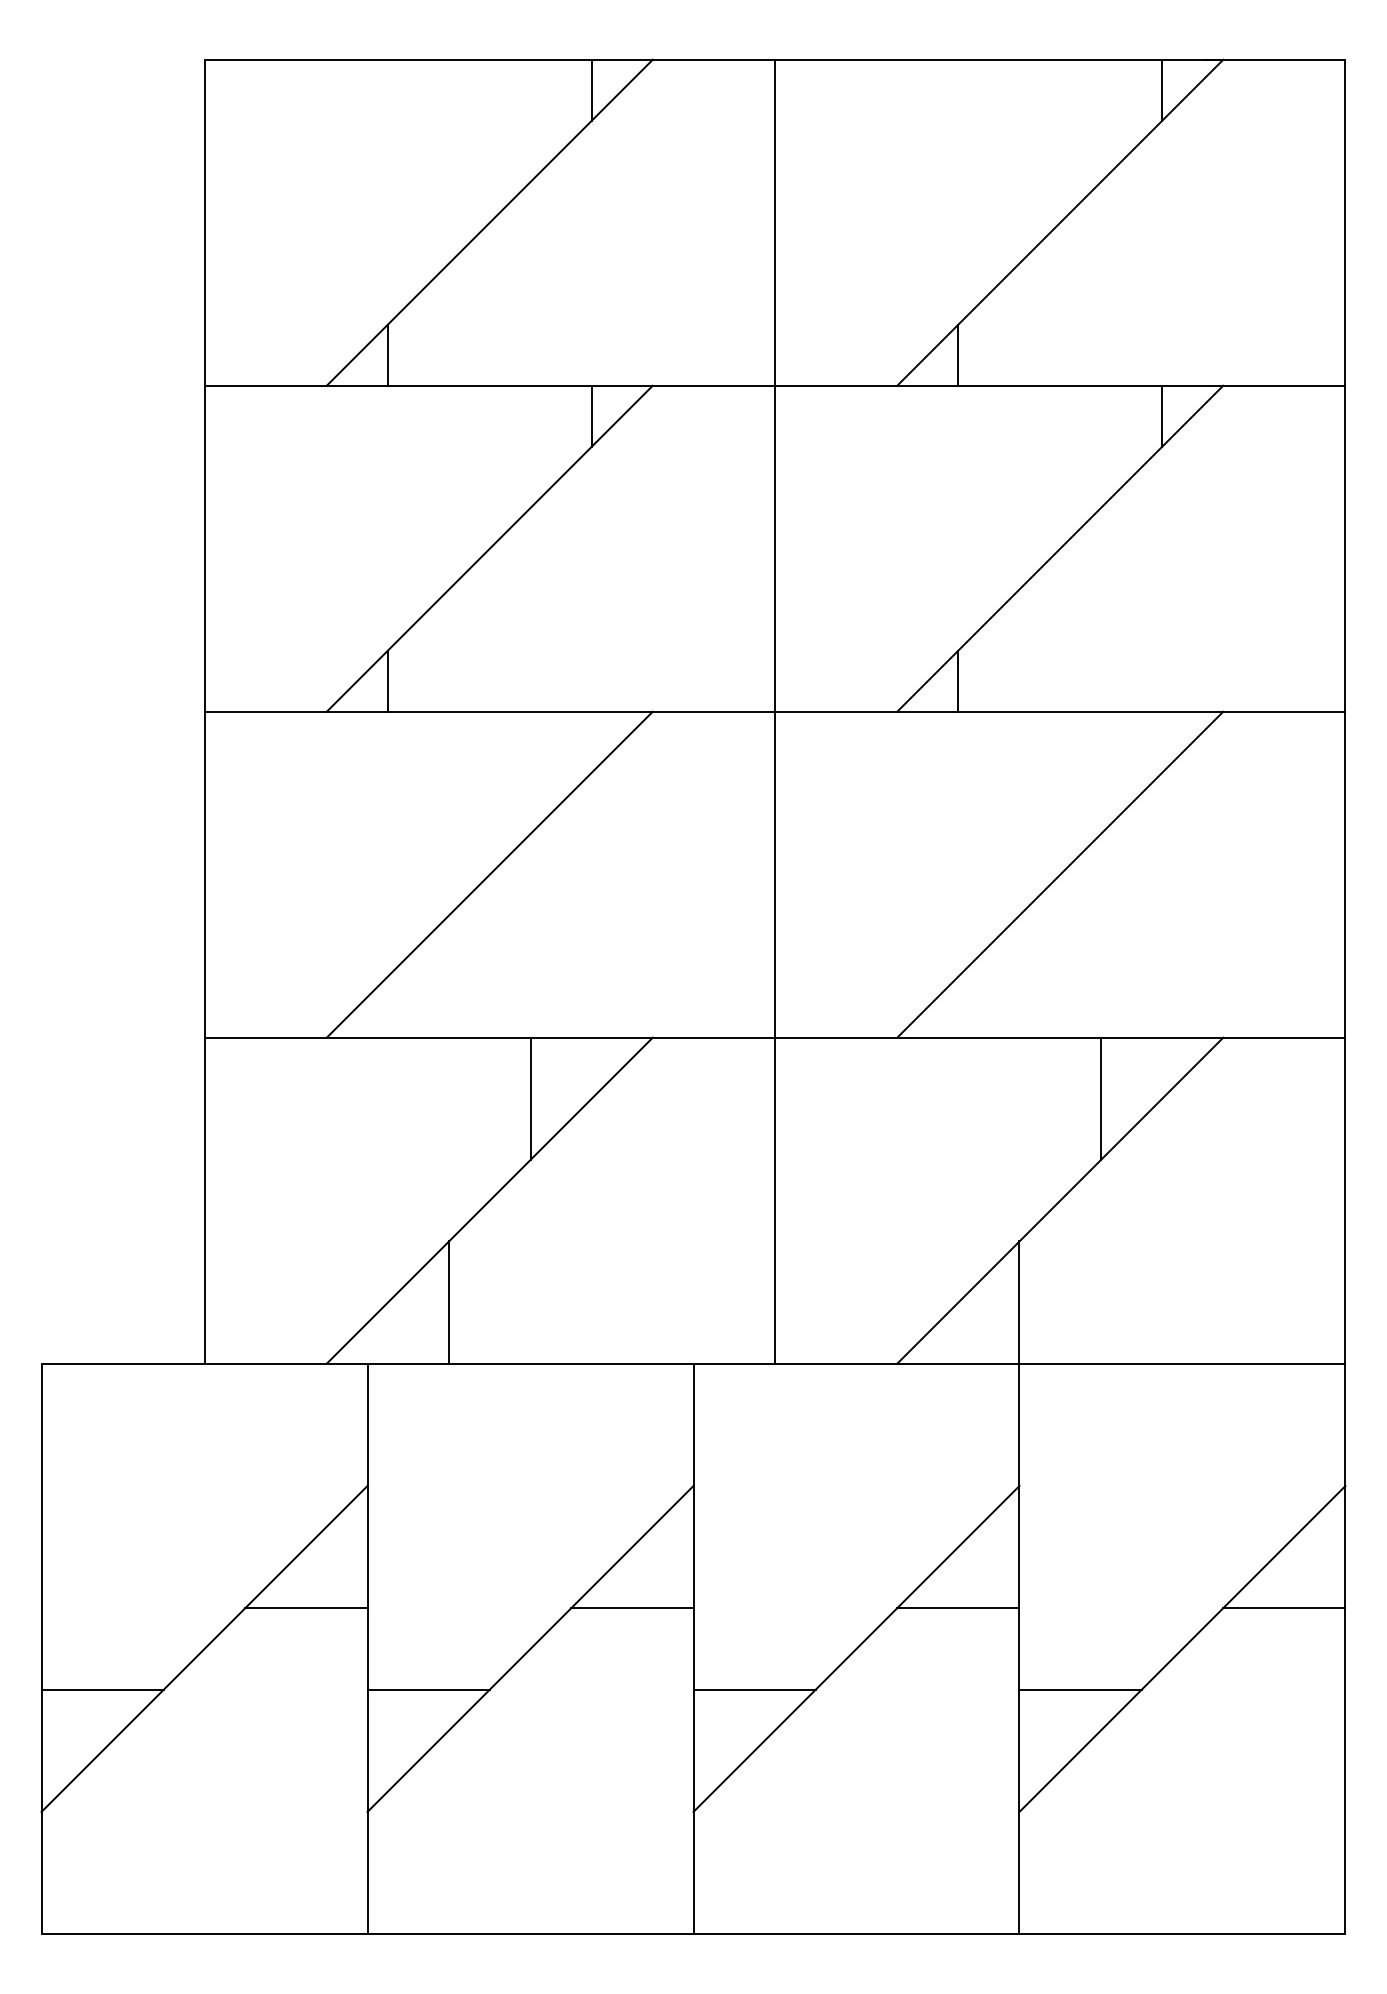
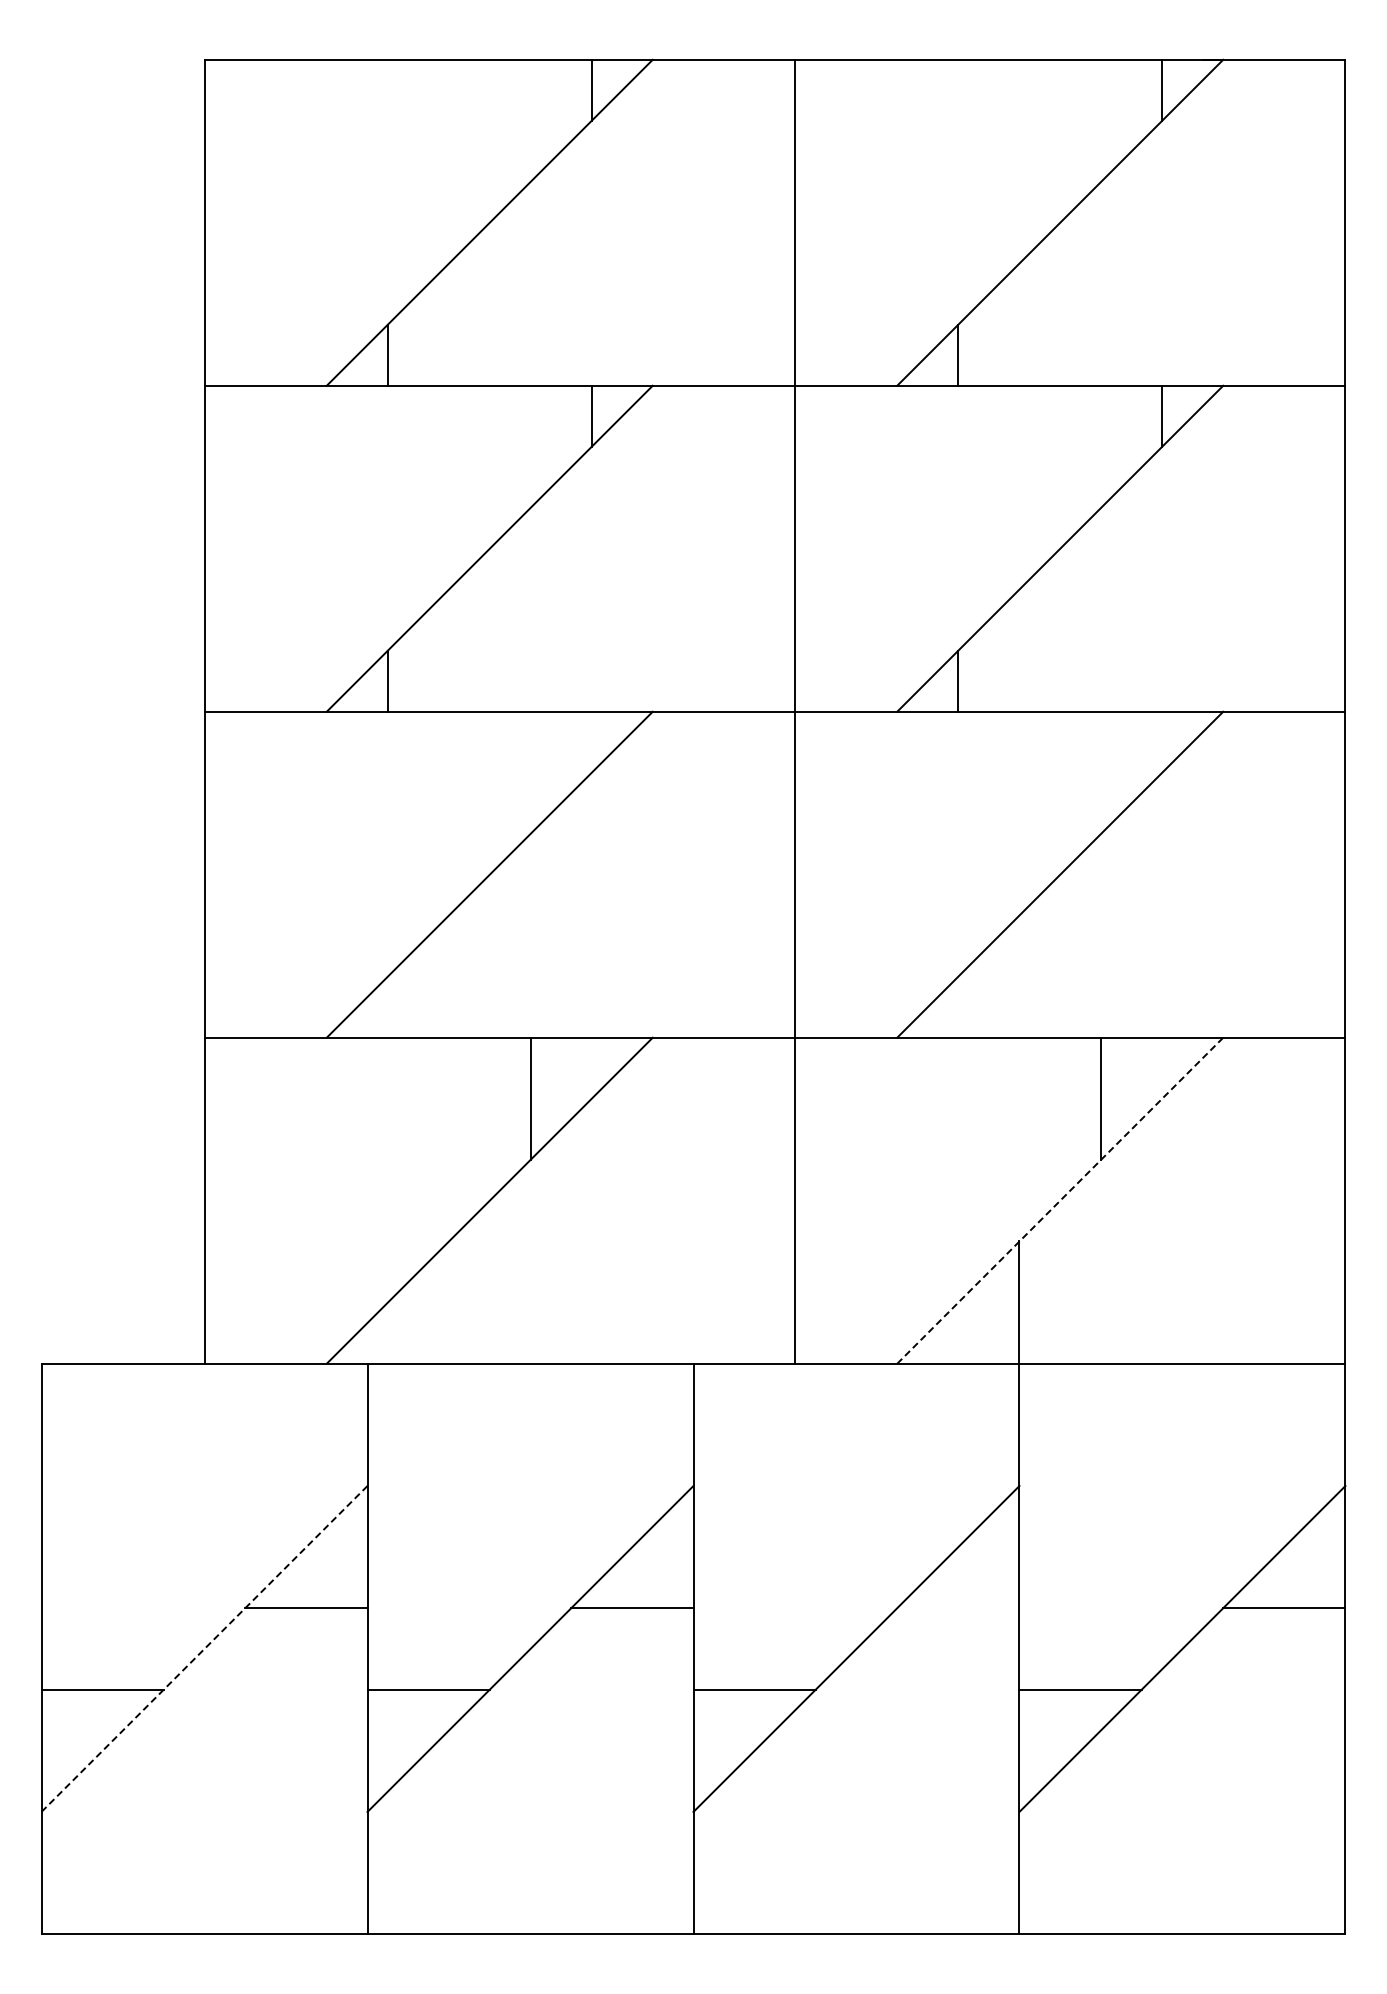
line at (774, 711) position: (774, 711) -> (794, 711)
line at (1060, 1200): solid -> dashed
line at (449, 1302): present -> none
line at (958, 1608): present -> none
line at (204, 1648): solid -> dashed
